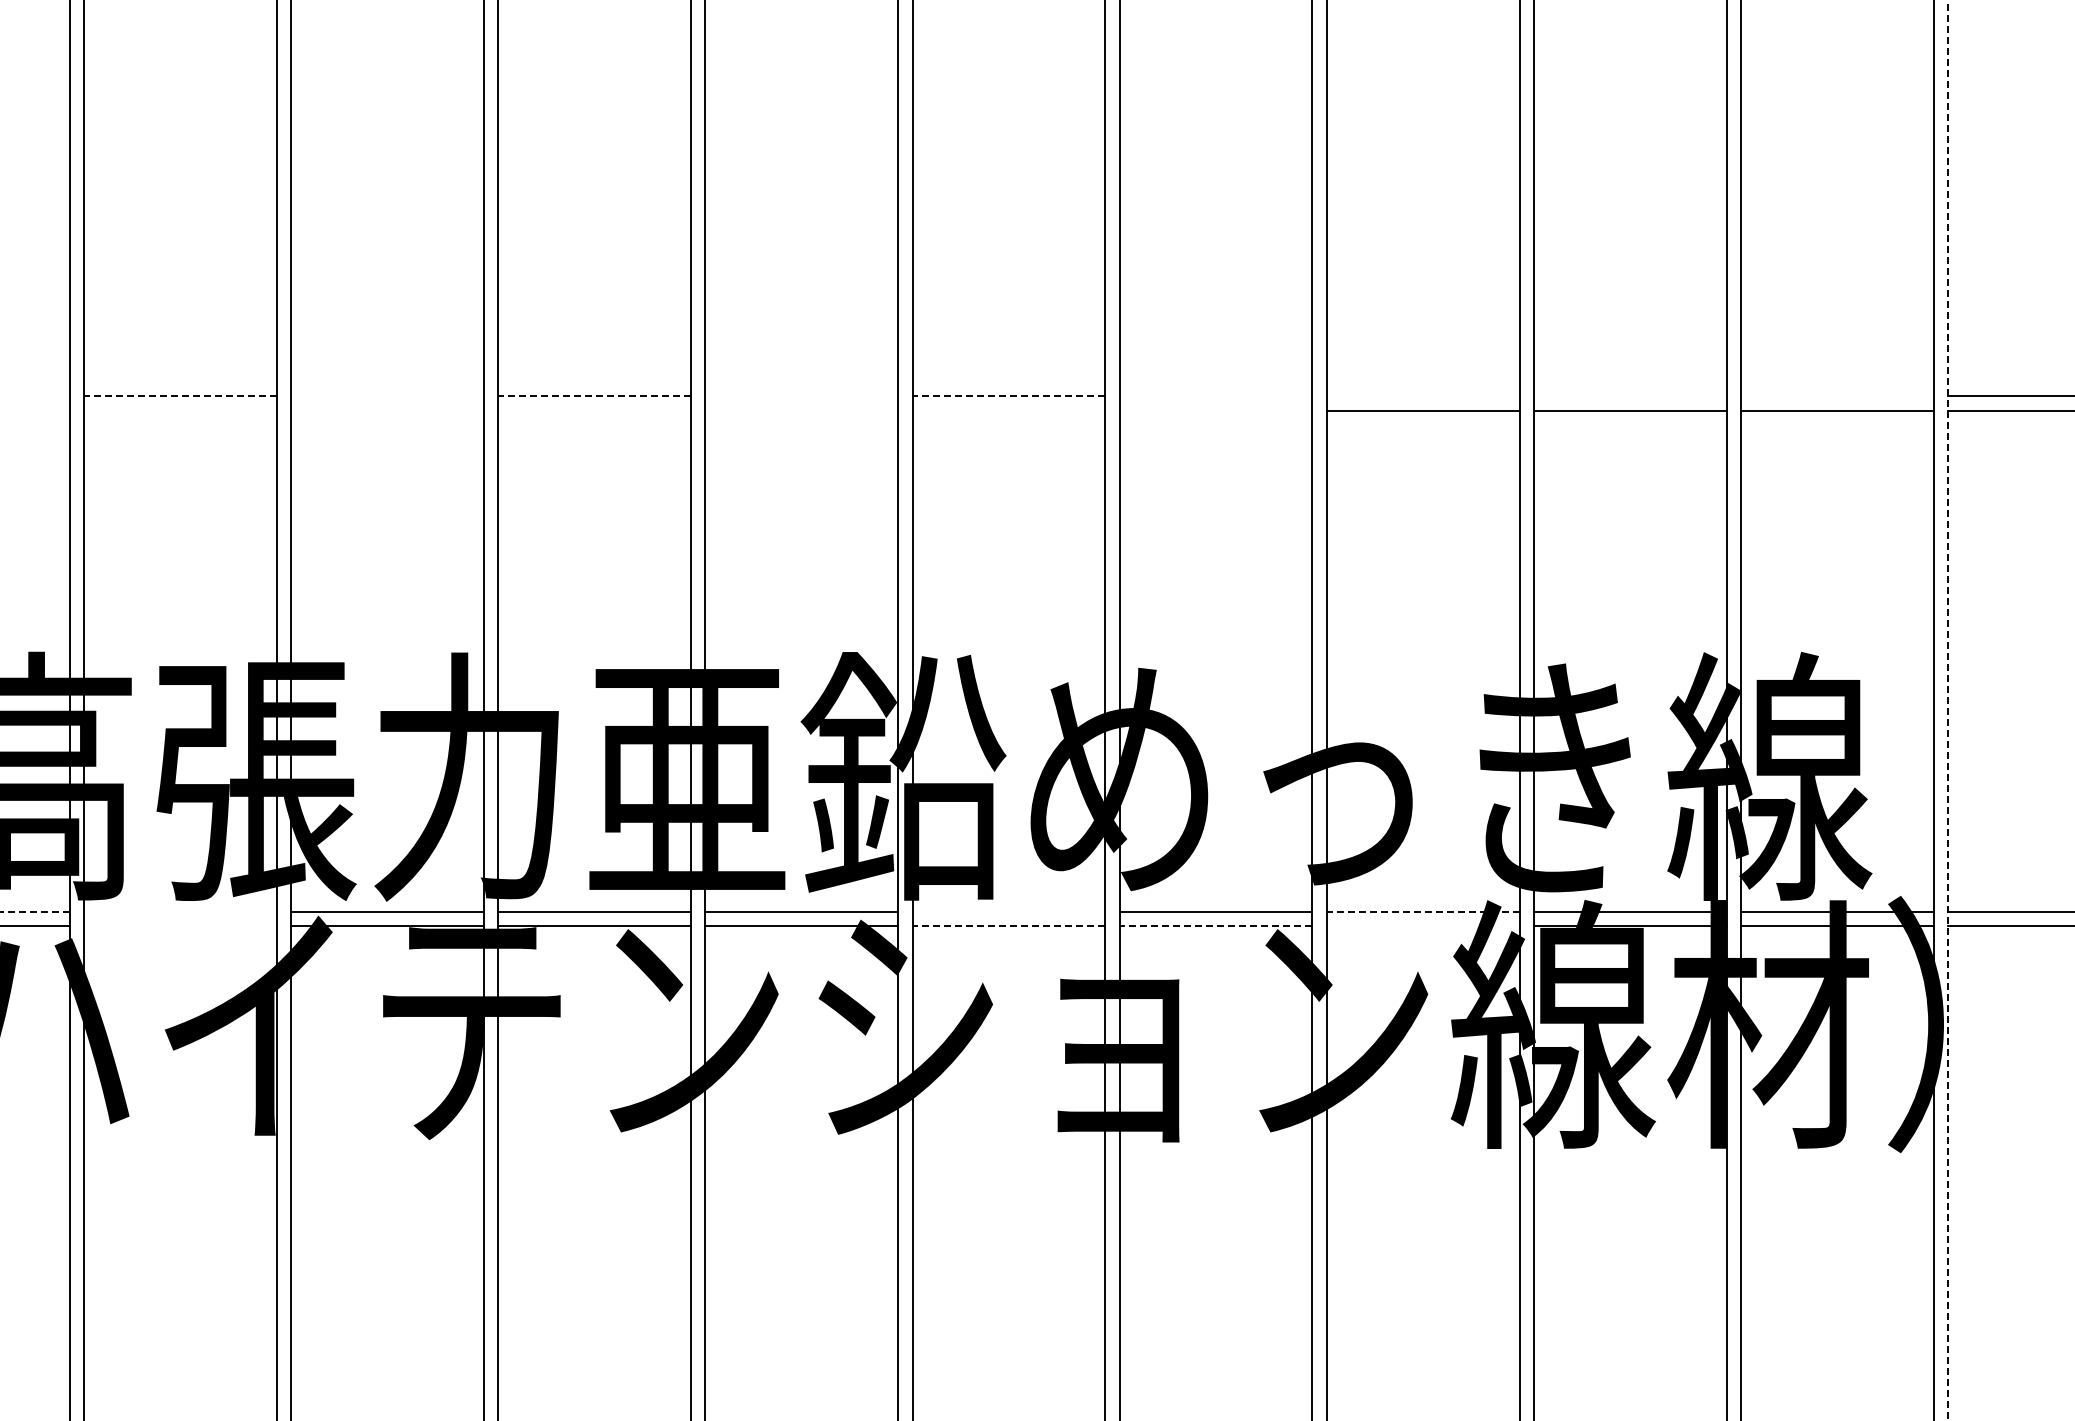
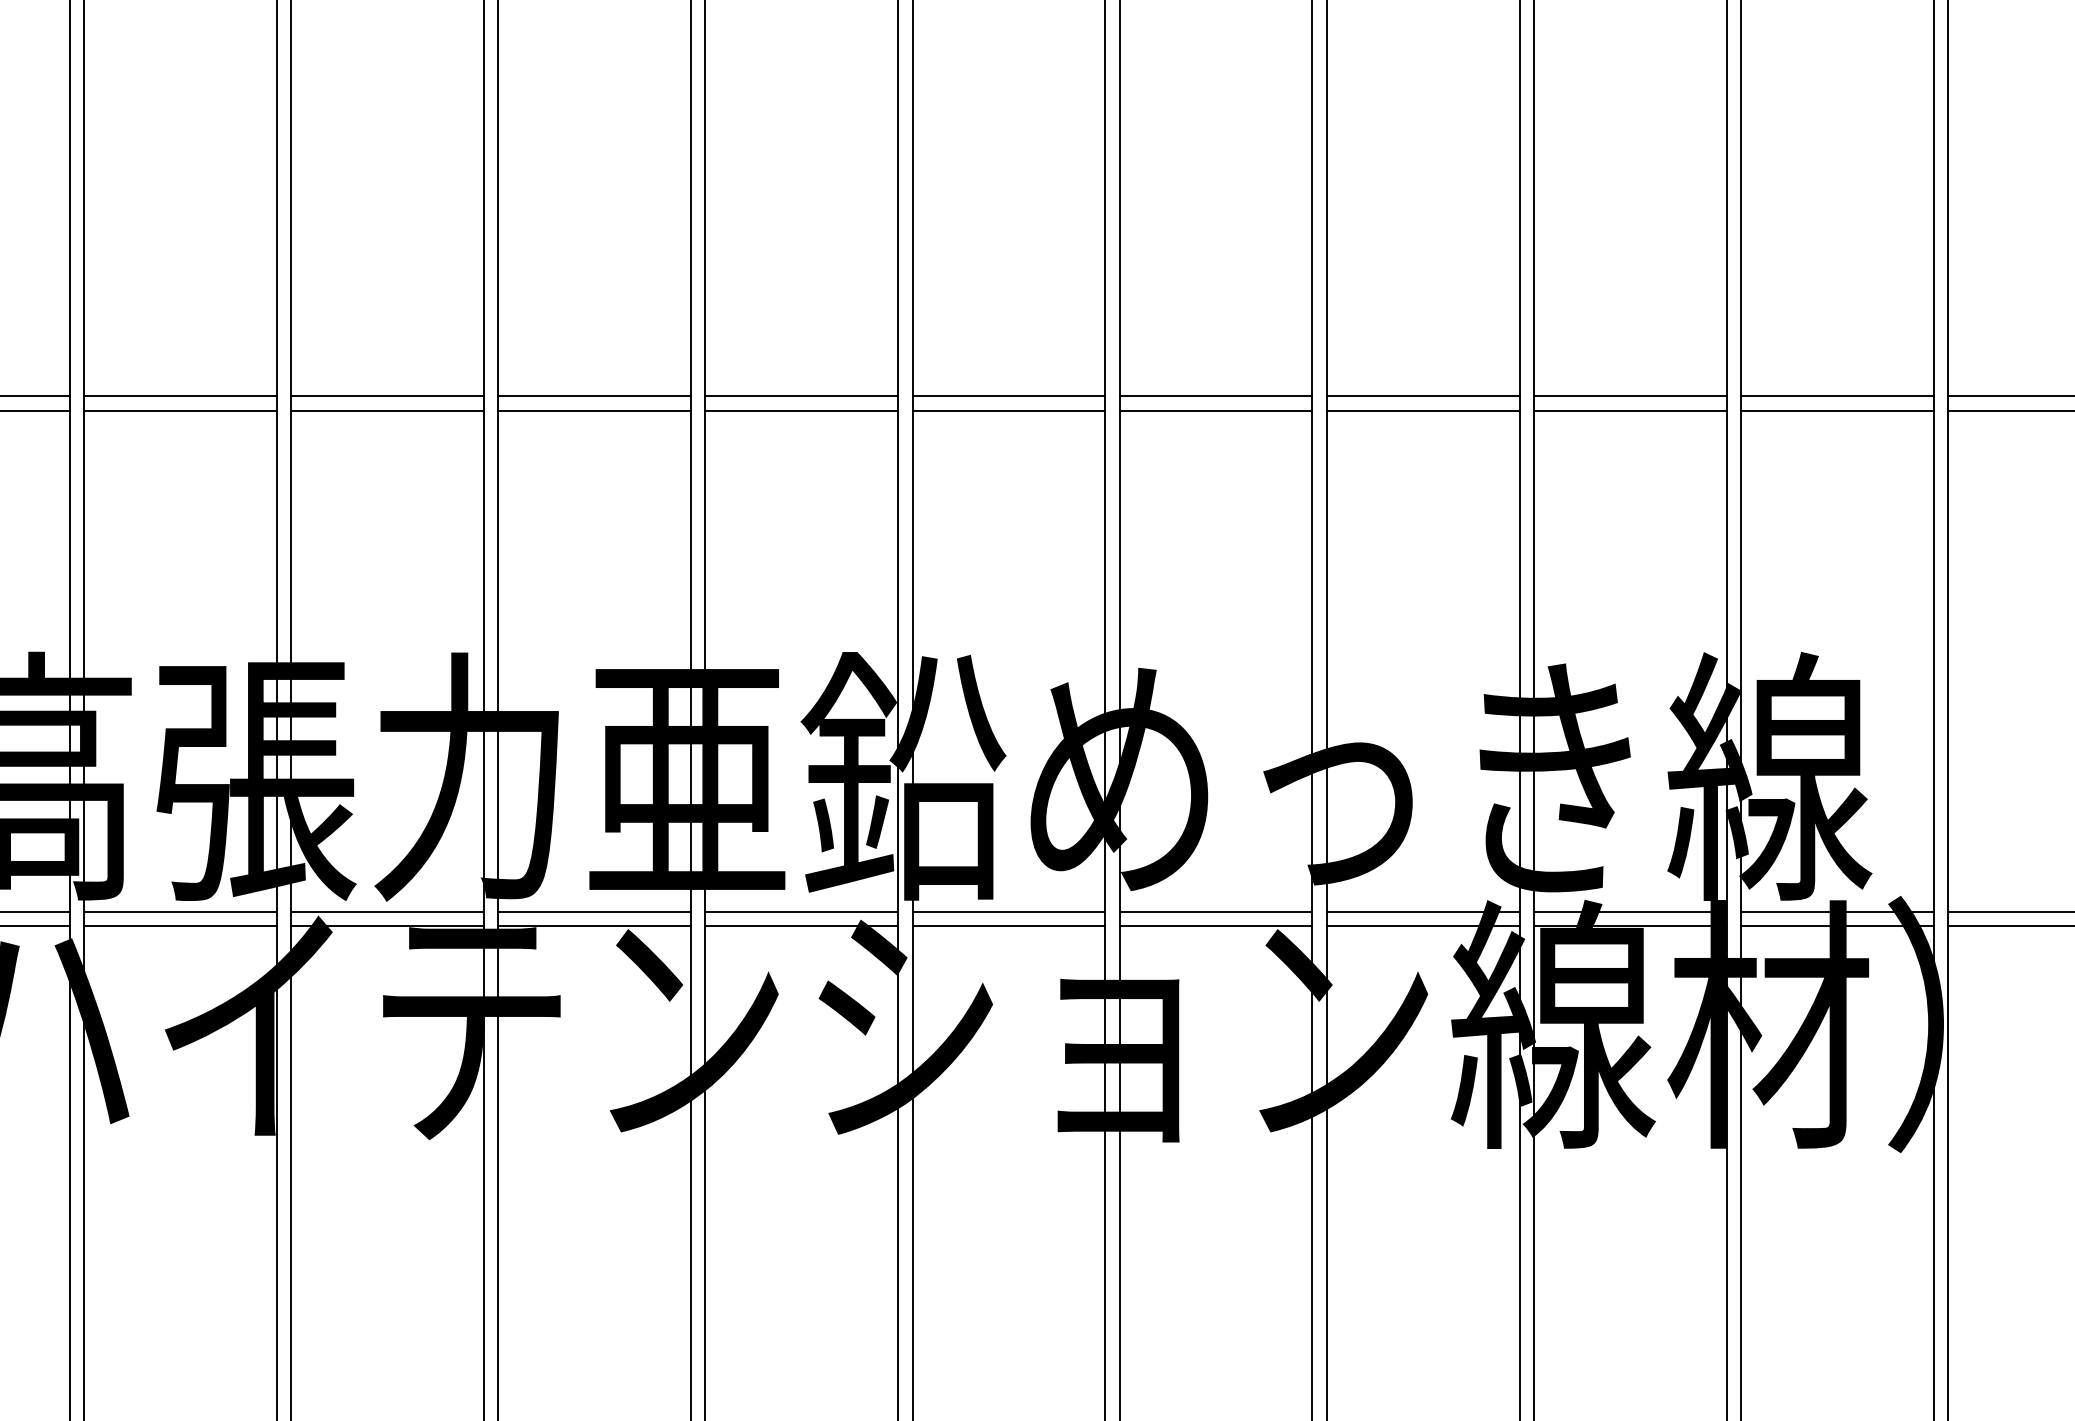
line at (35, 396): none -> present
line at (179, 396): dashed -> solid
line at (387, 396): none -> present
line at (594, 396): dashed -> solid
line at (801, 396): none -> present
line at (1008, 396): dashed -> solid
line at (1215, 396): none -> present
line at (1422, 396): none -> present
line at (1629, 396): none -> present
line at (1836, 396): none -> present
line at (35, 410): none -> present
line at (180, 410): none -> present
line at (387, 410): none -> present
line at (594, 410): none -> present
line at (801, 410): none -> present
line at (1008, 410): none -> present
line at (1215, 410): none -> present
line at (1948, 710): dashed -> solid
line at (34, 912): dashed -> solid
line at (180, 912): none -> present
line at (1008, 912): none -> present
line at (1422, 912): dashed -> solid
line at (180, 926): none -> present
line at (1008, 926): dashed -> solid
line at (1215, 926): dashed -> solid
line at (1422, 926): none -> present
